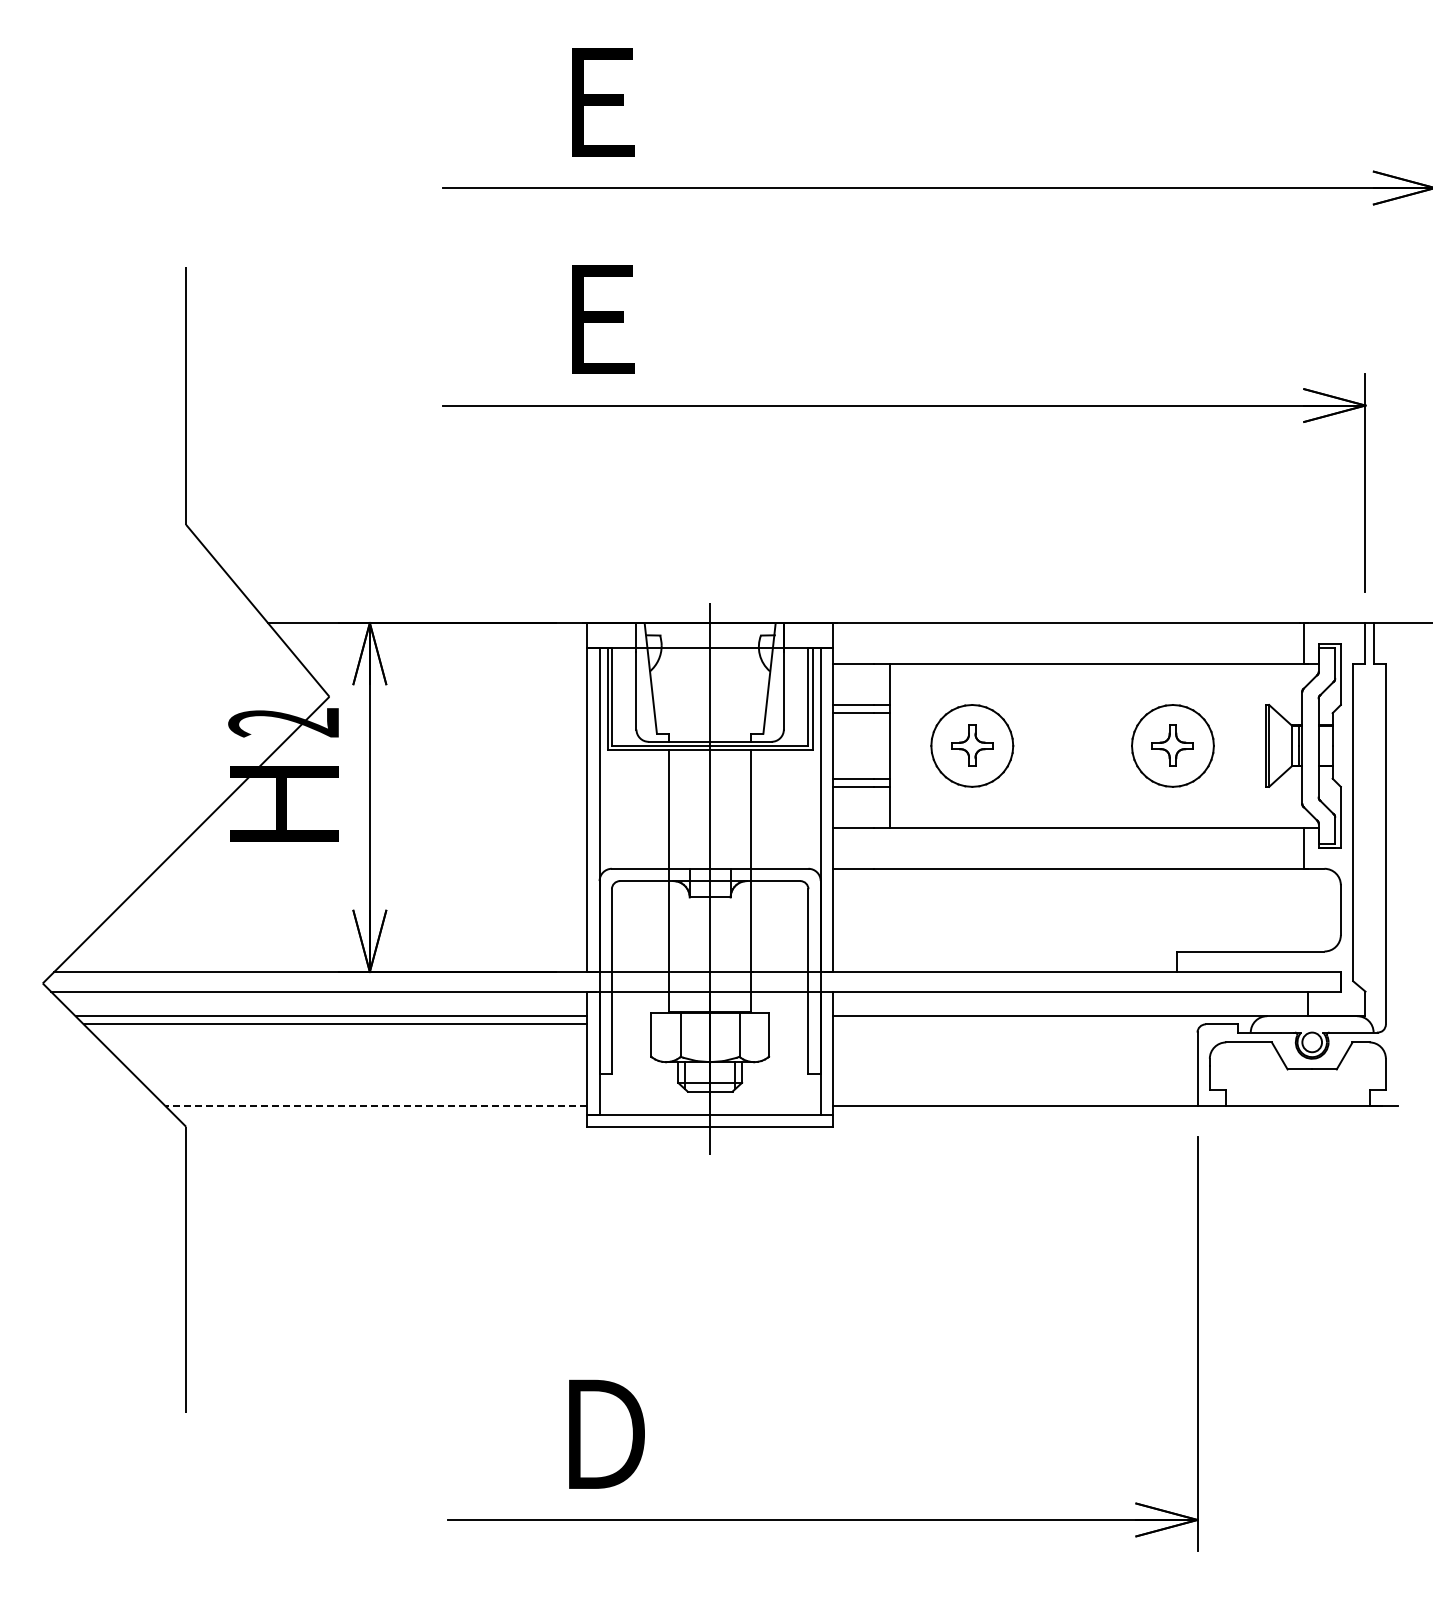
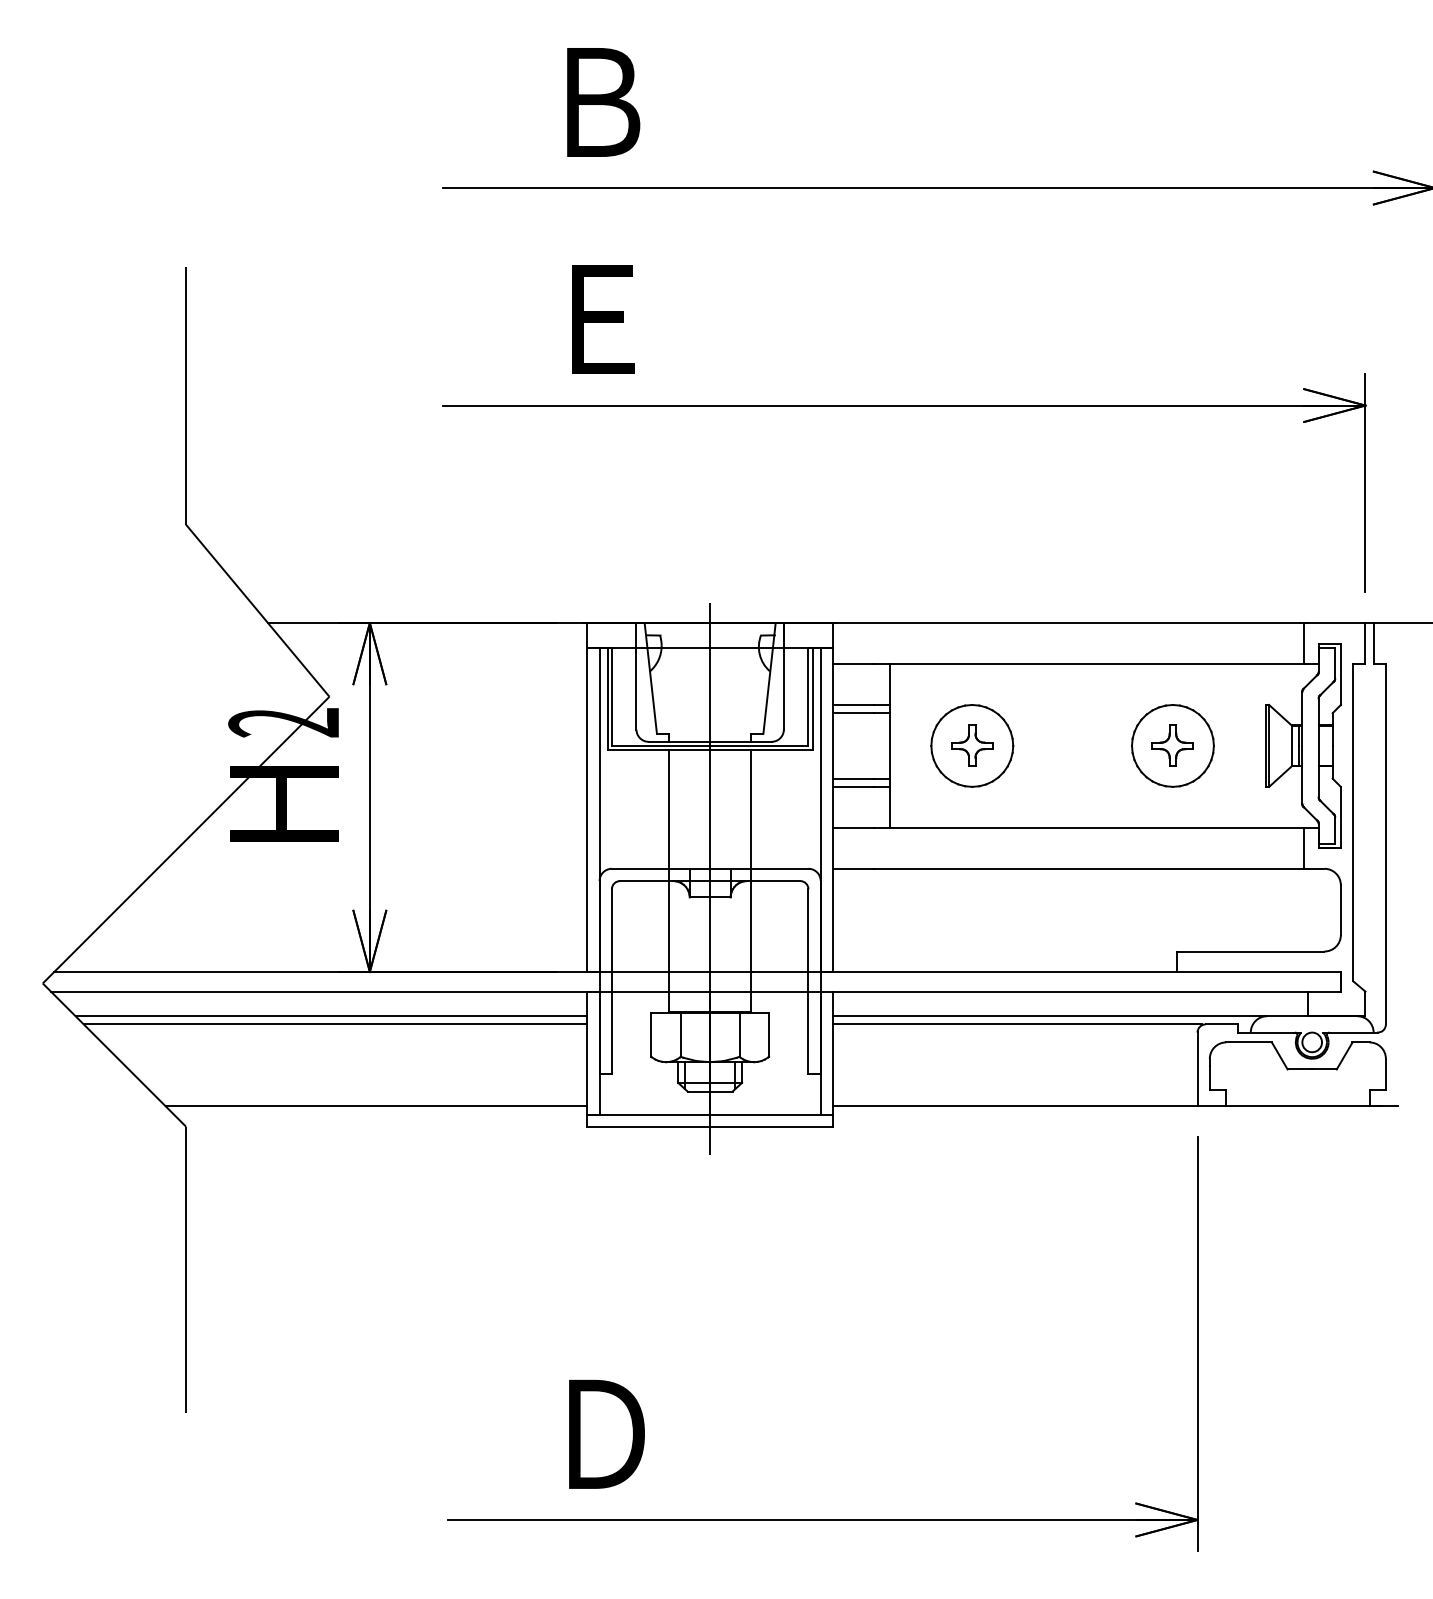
text at (603, 102): Ｅ -> Ｂ
line at (1017, 1024): none -> present
line at (376, 1106): dashed -> solid
